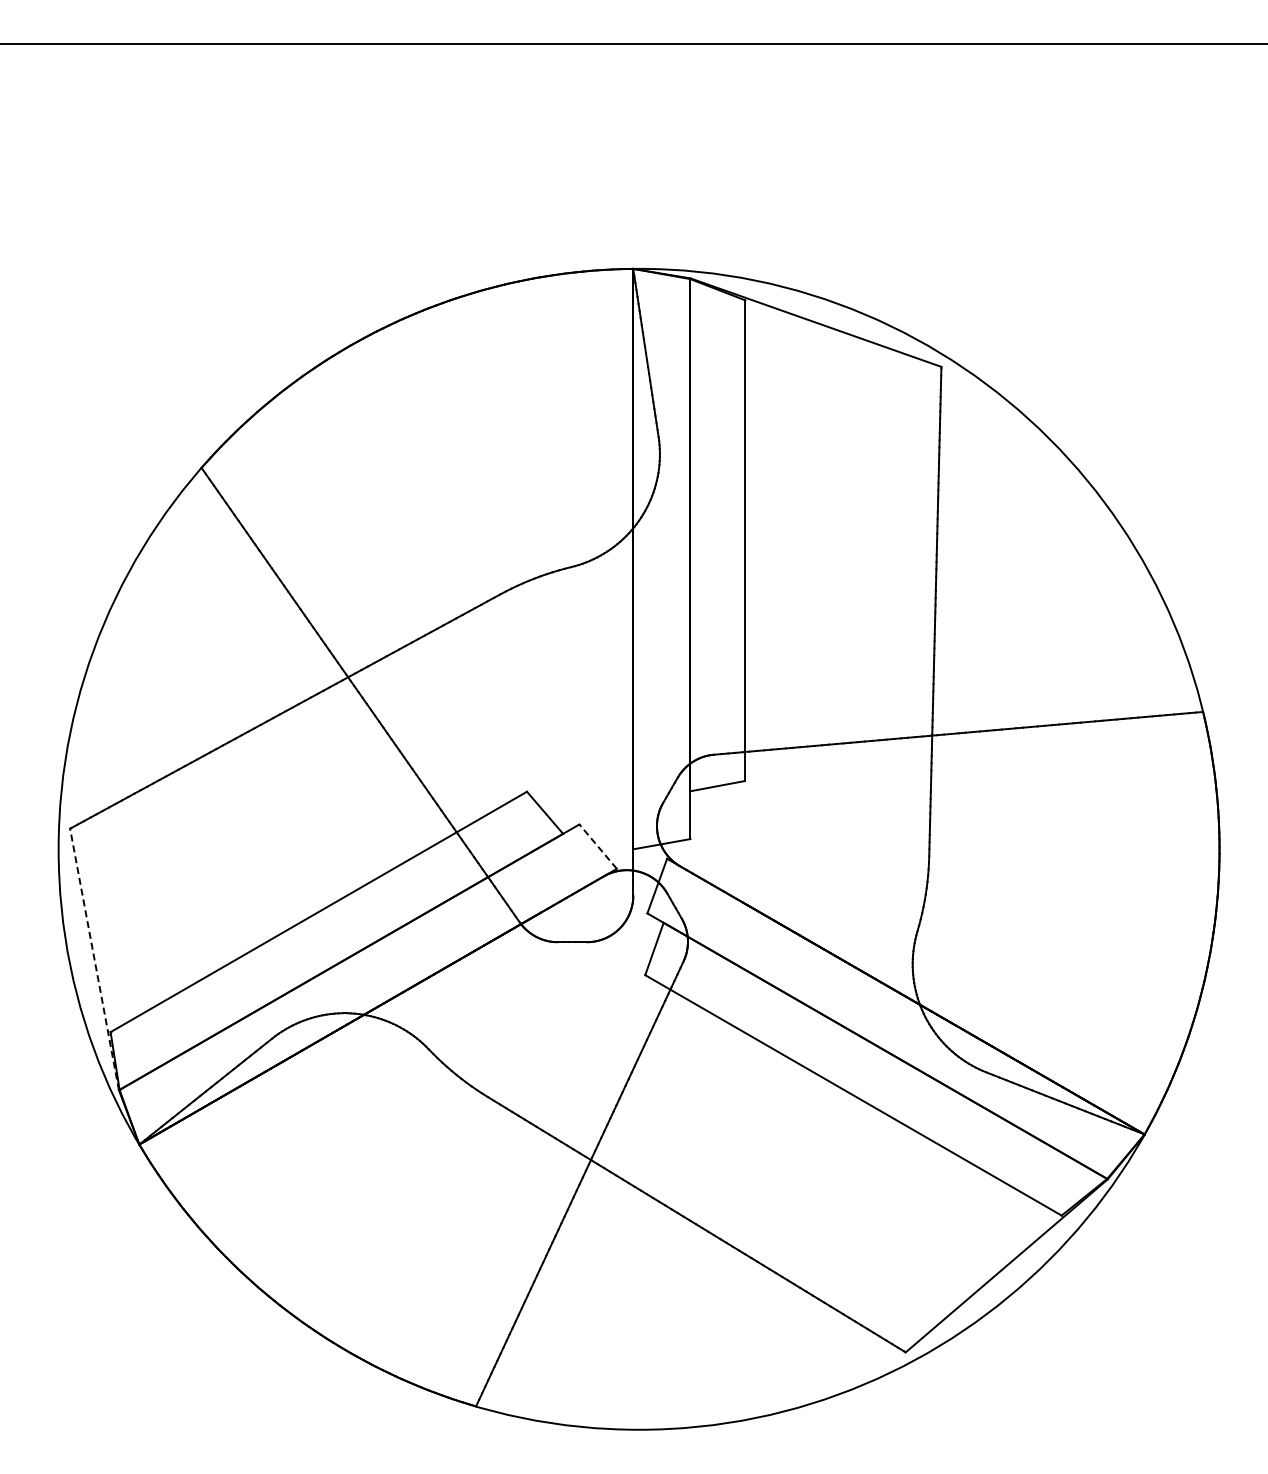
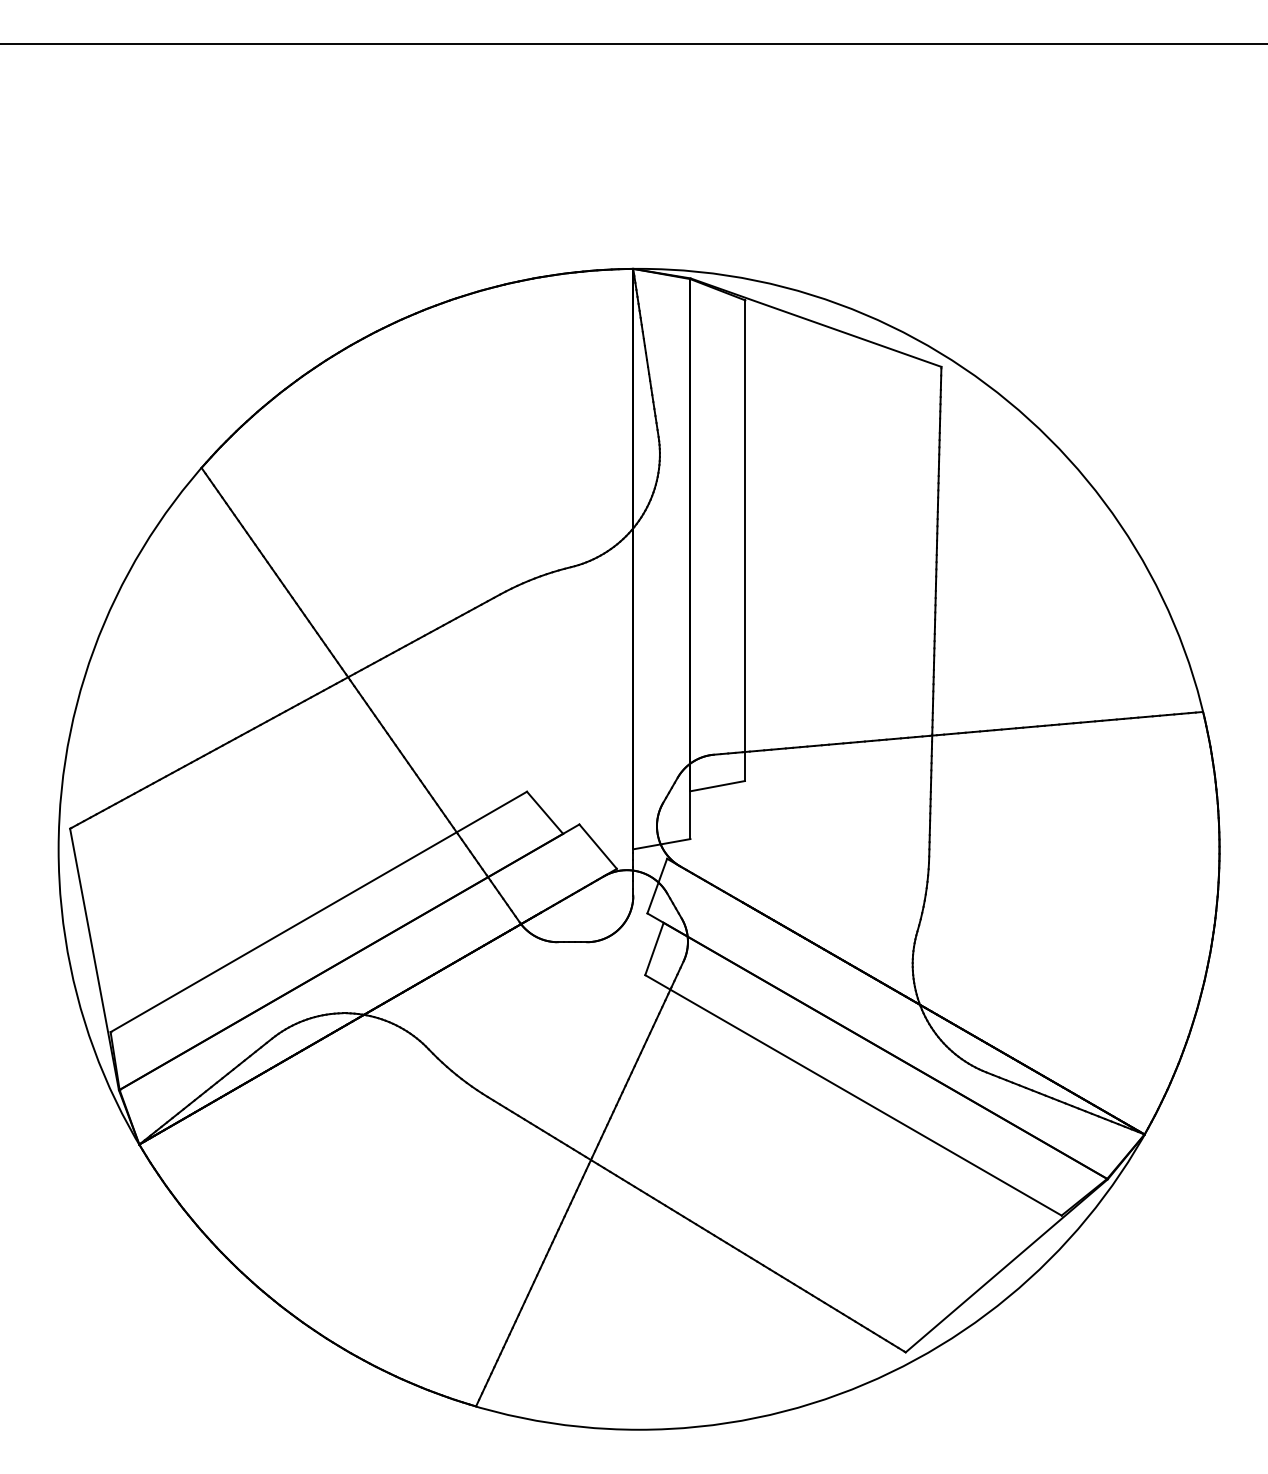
line at (597, 846): dashed -> solid
line at (94, 958): dashed -> solid
